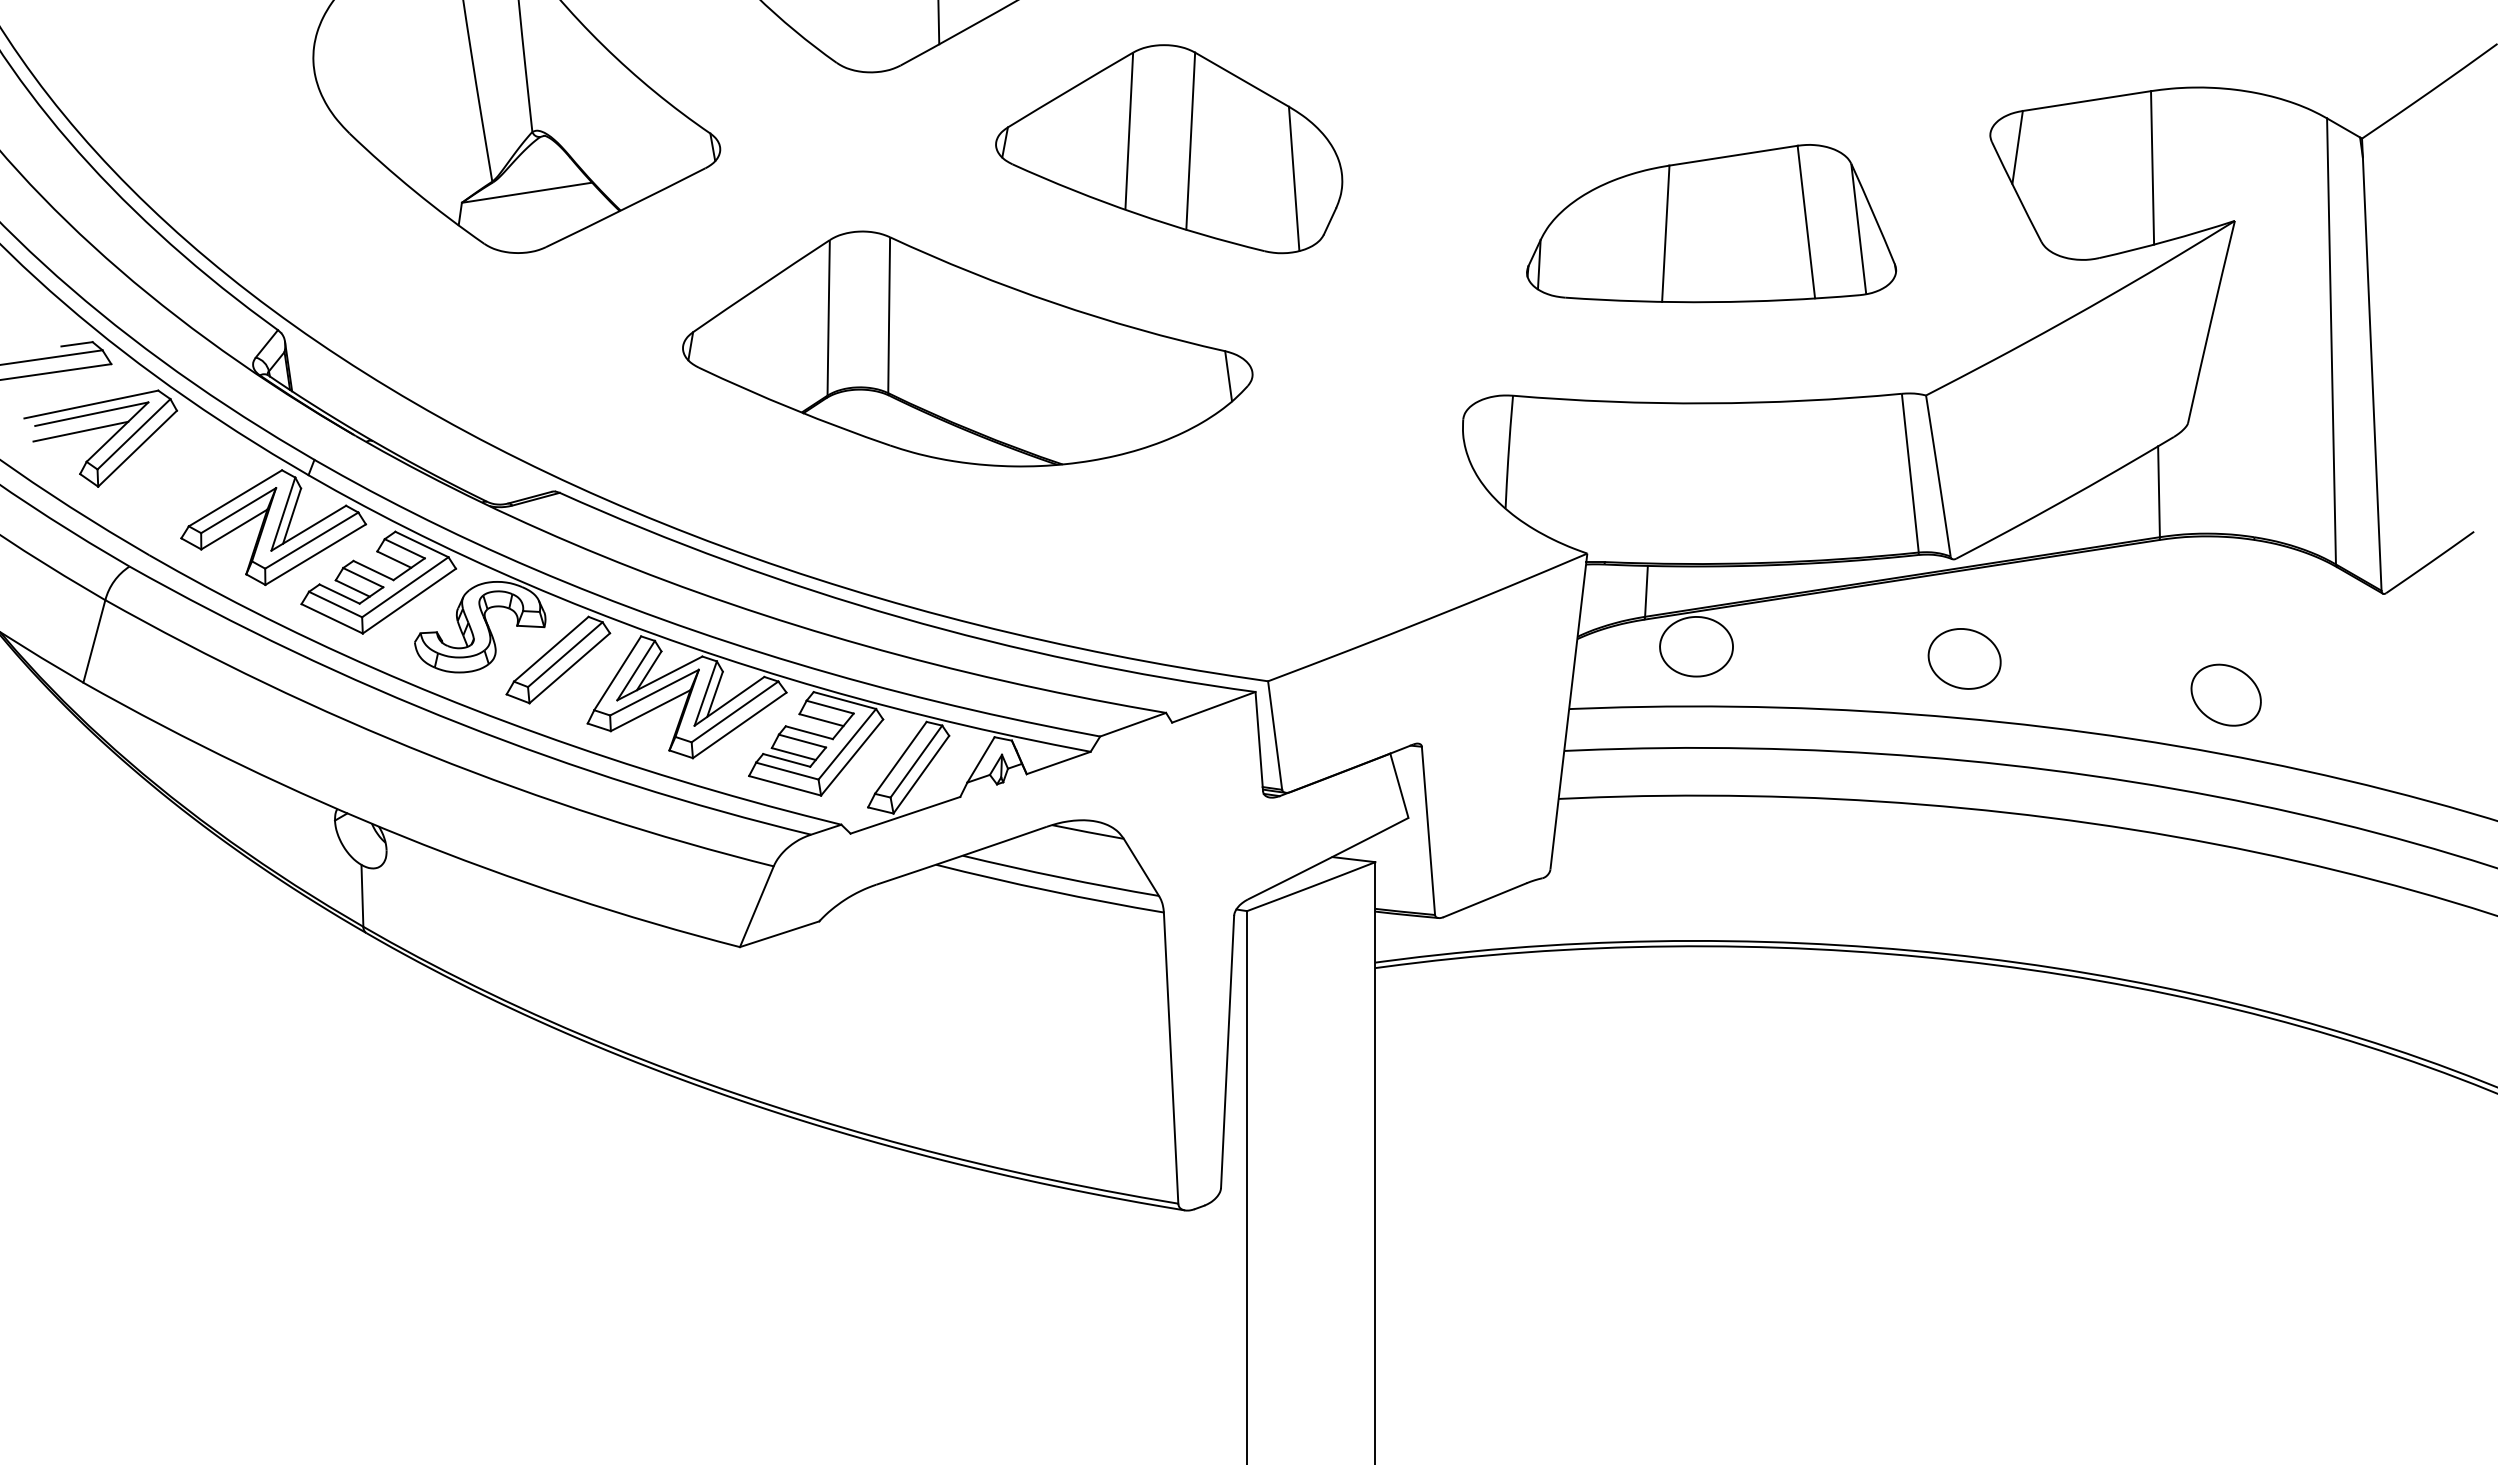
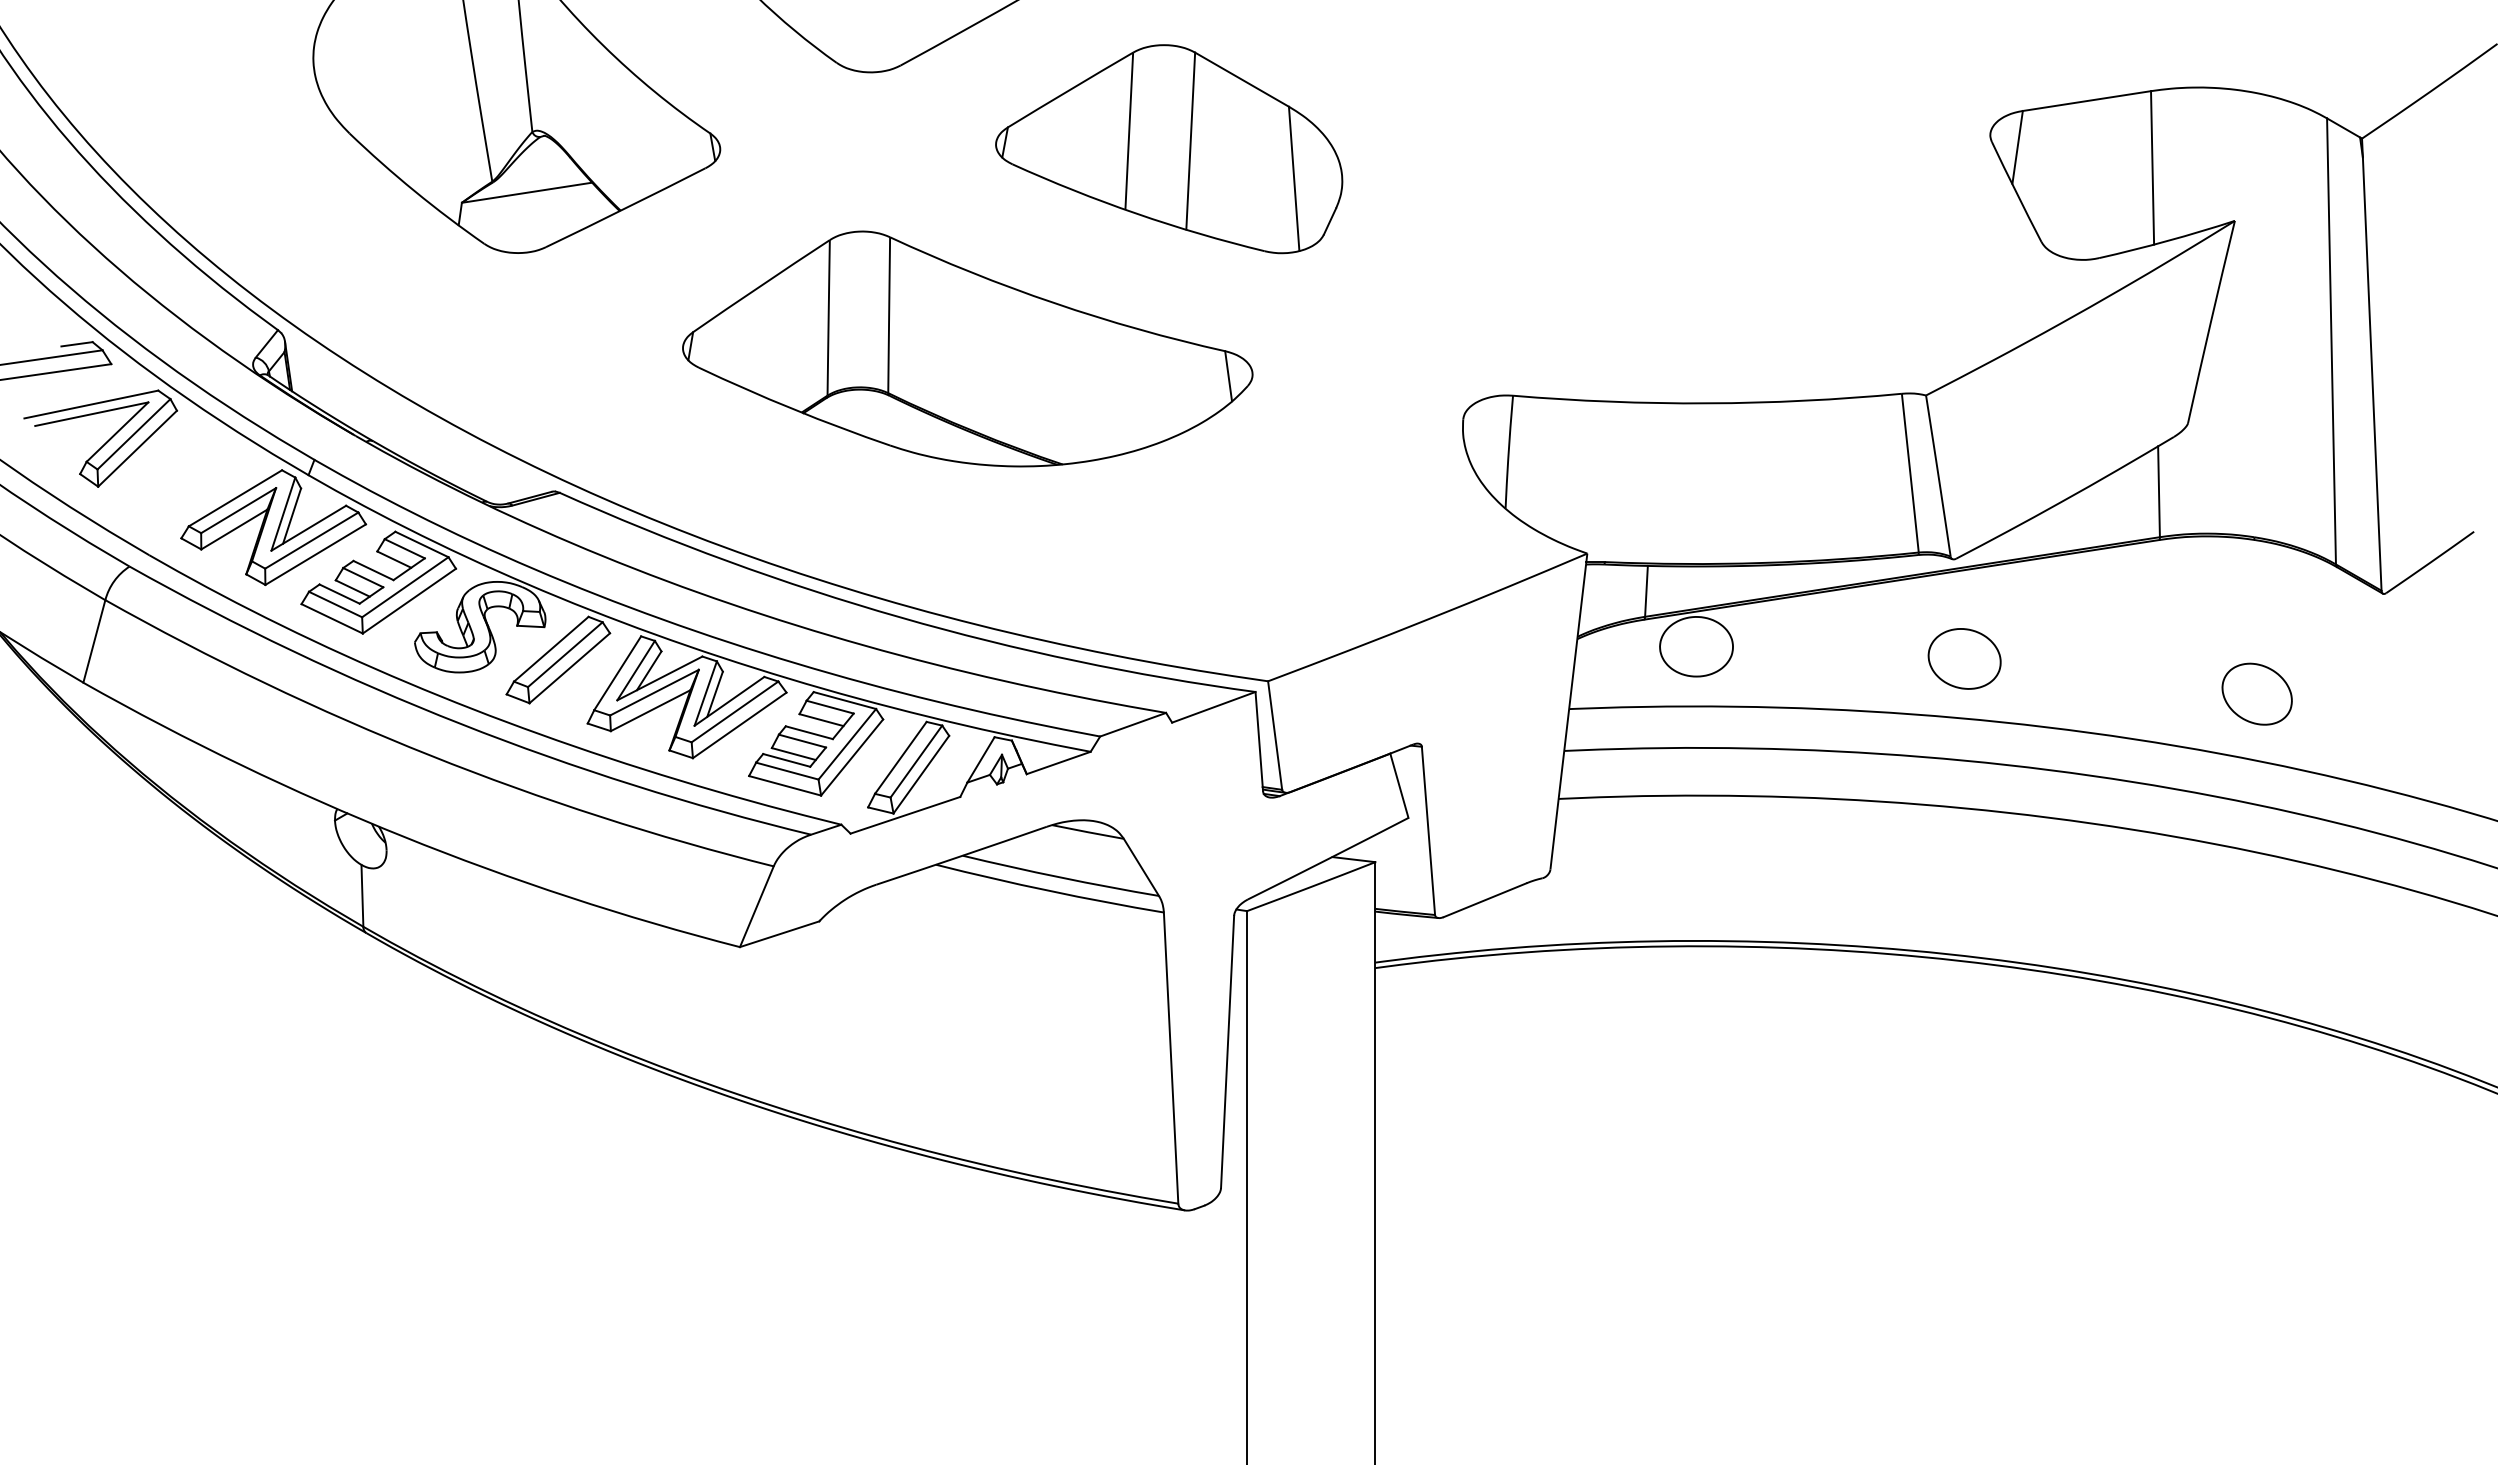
line at (938, 23): present -> none
part at (1711, 223): present -> none
line at (80, 431): present -> none
part at (2225, 694) position: (2225, 694) -> (2256, 693)
